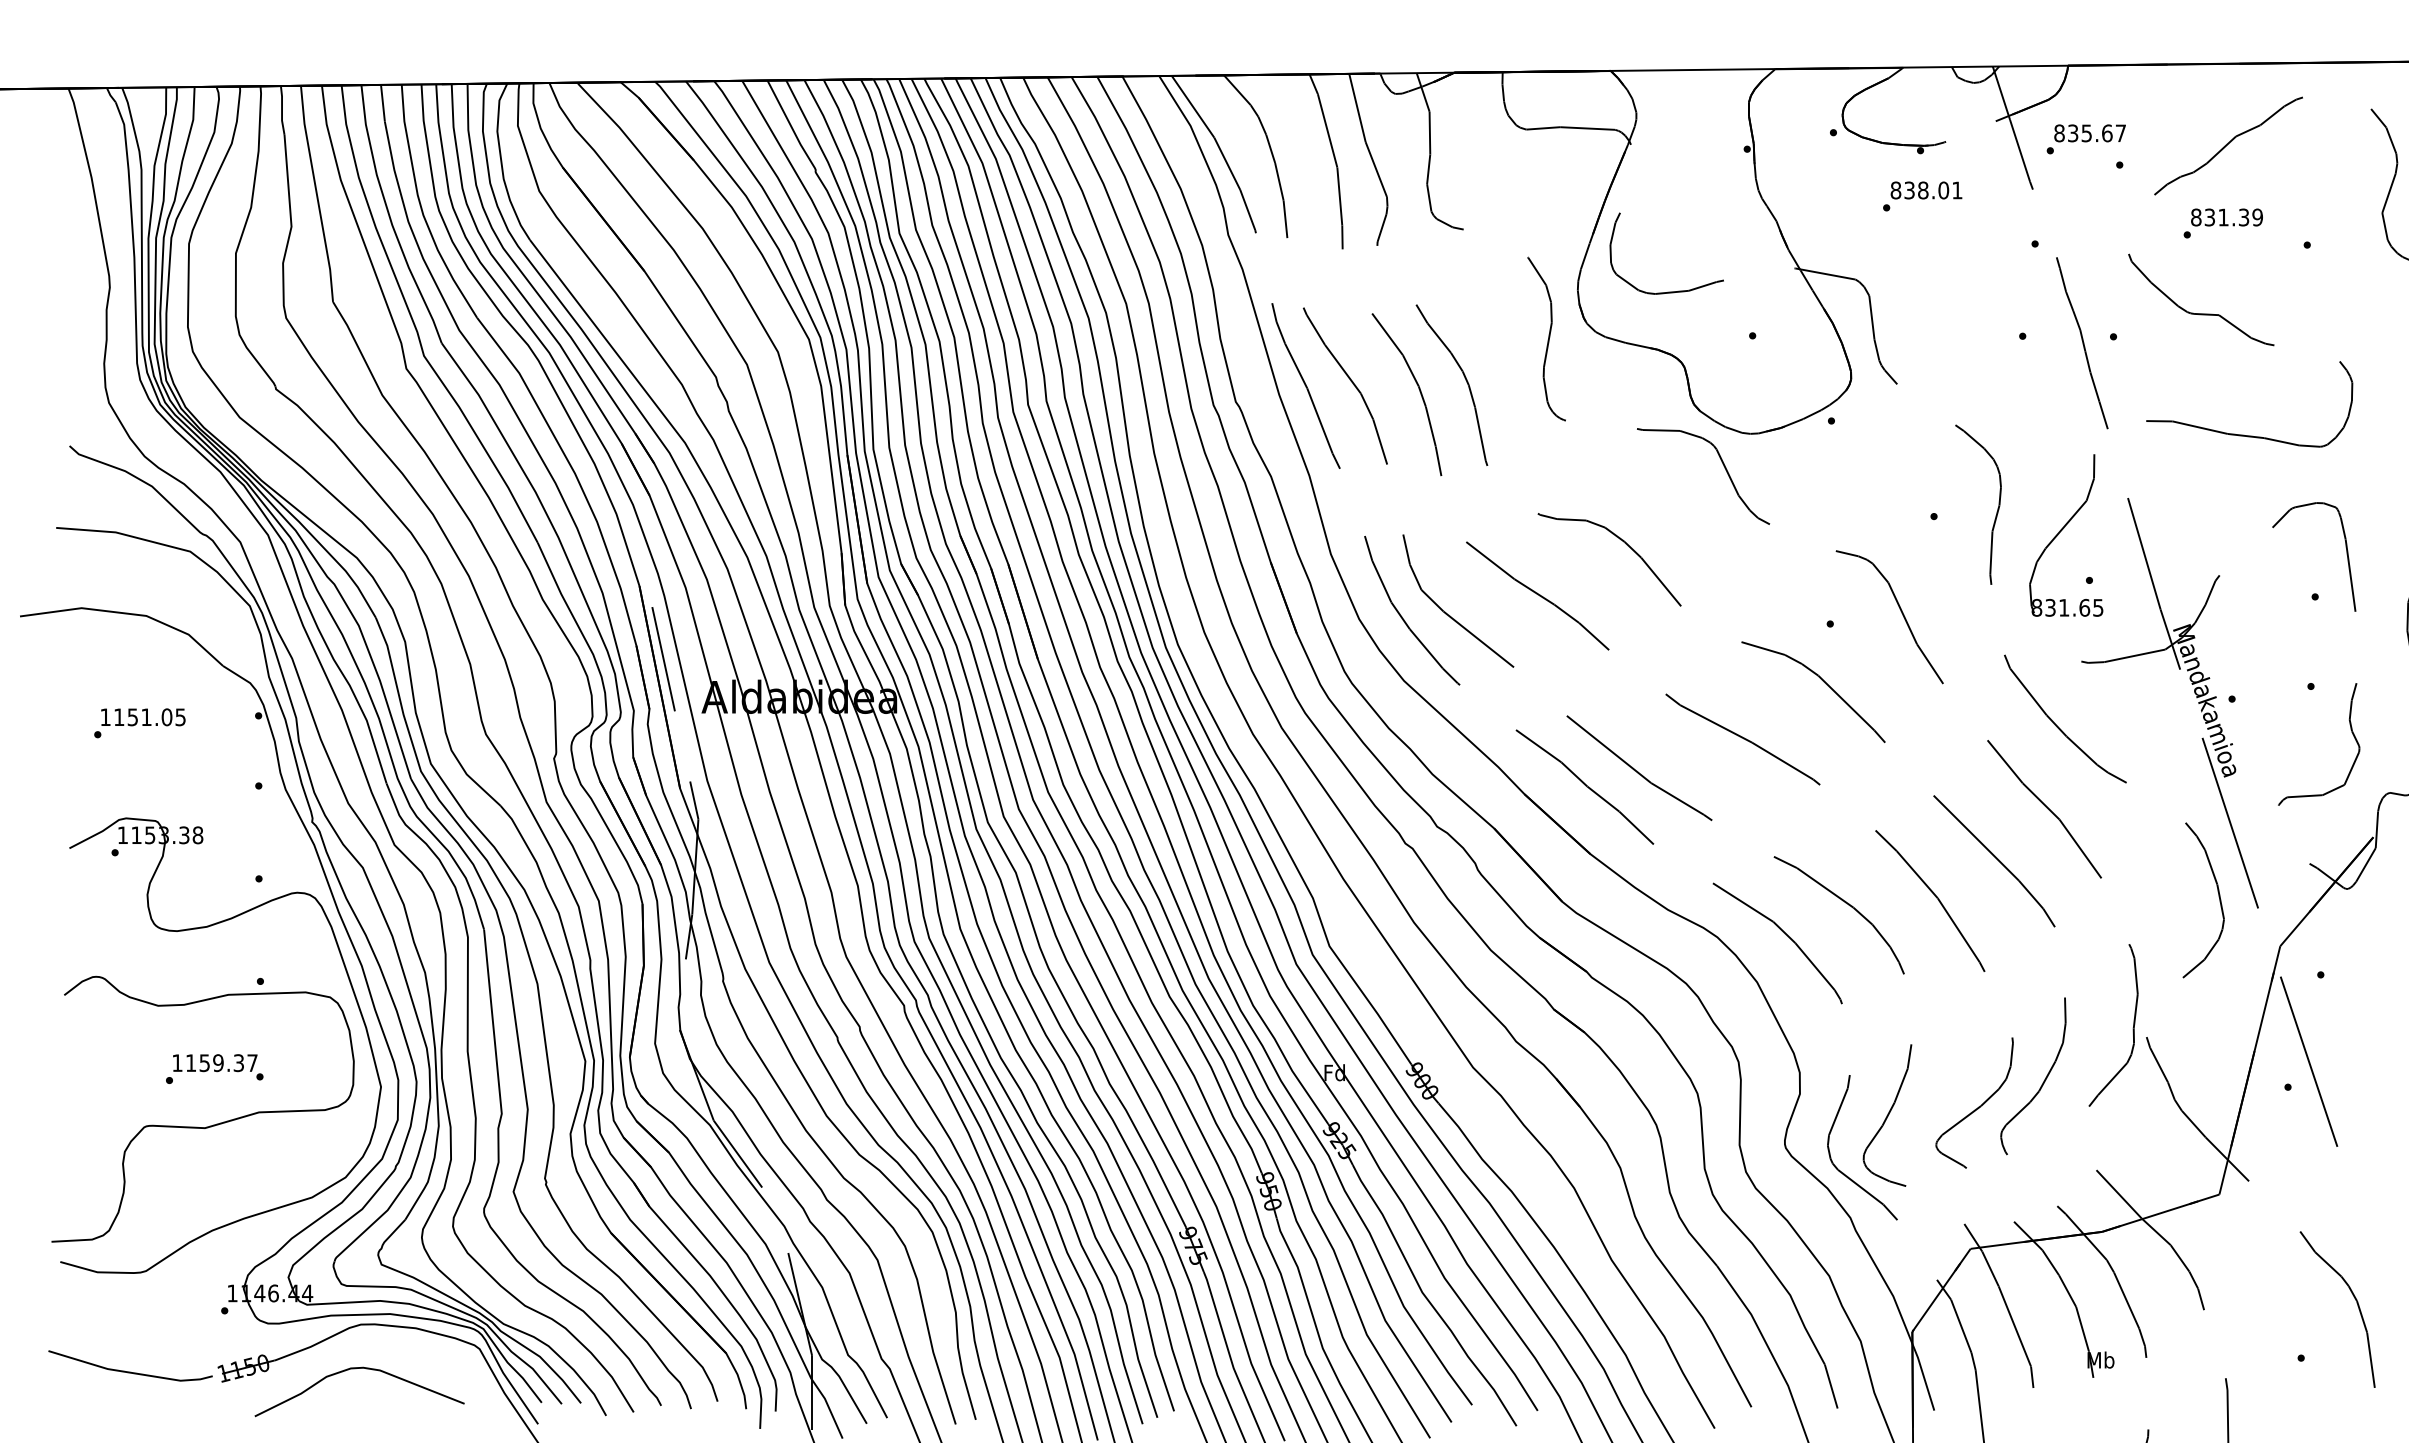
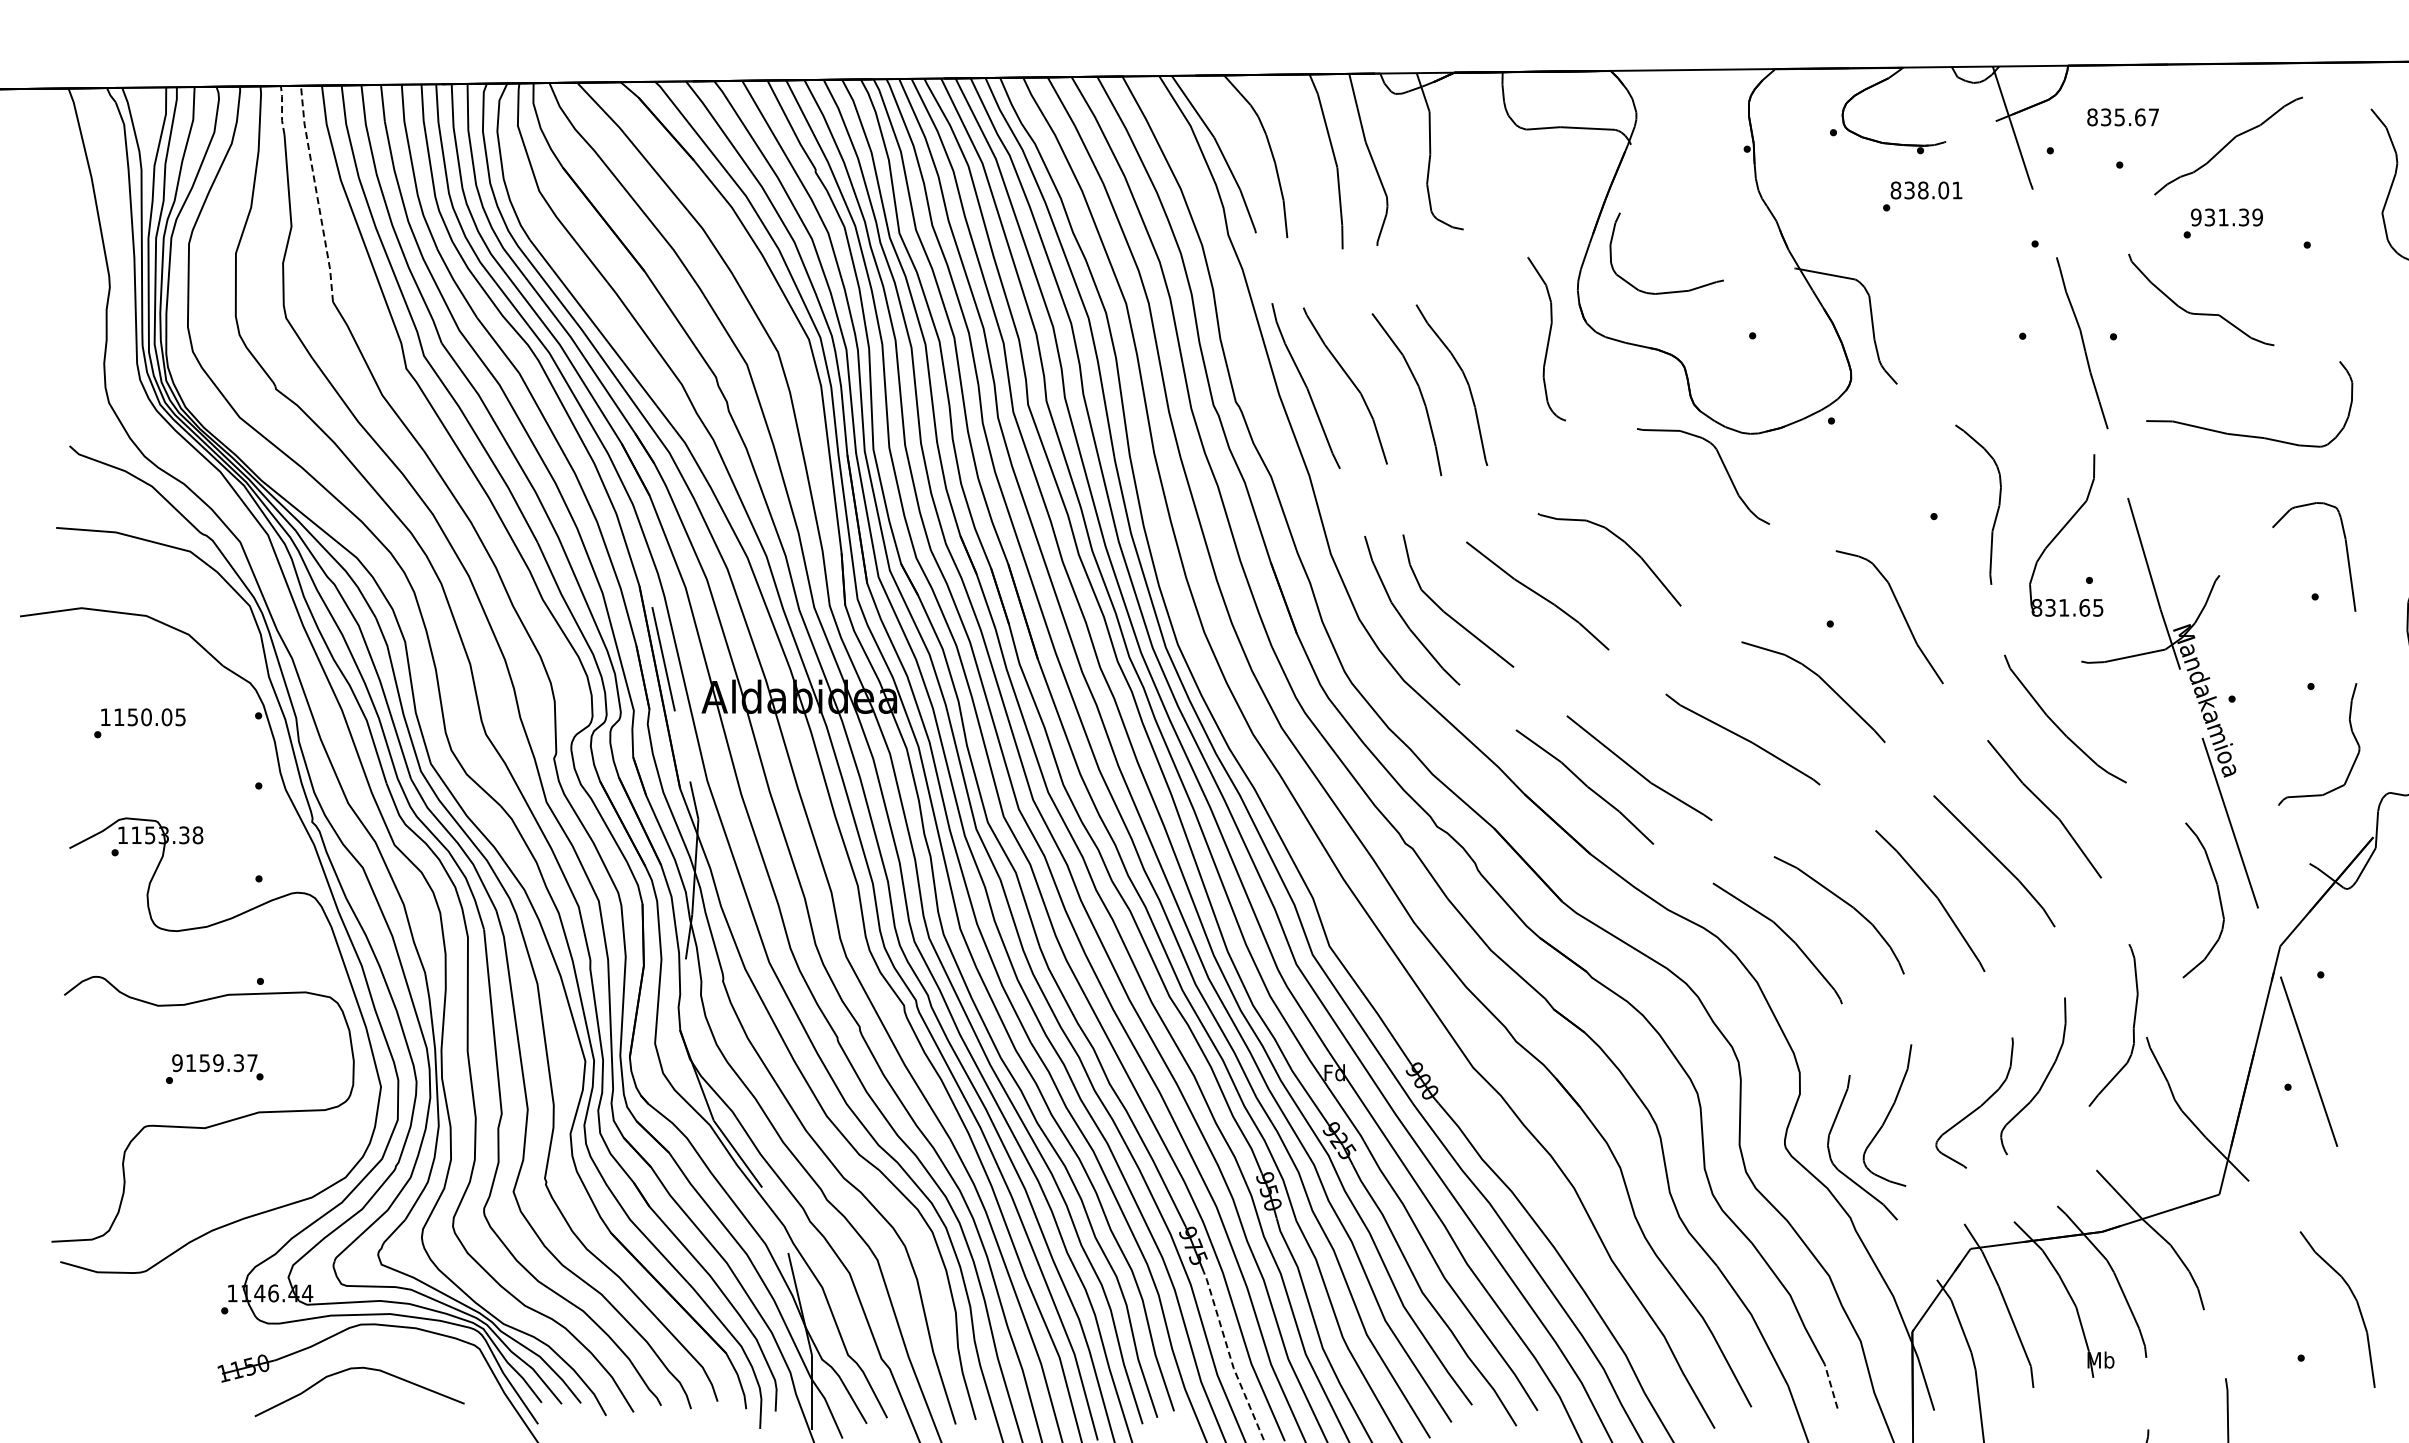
line at (282, 110): solid -> dashed
text at (2089, 133) position: (2089, 133) -> (2122, 117)
line at (316, 193): solid -> dashed
text at (2195, 217): 831.39 -> 931.39
text at (146, 717): 1151.05 -> 1150.05
text at (177, 1063): 1159.37 -> 9159.37
line at (1230, 1357): solid -> dashed
line at (130, 1371): present -> none
line at (1831, 1386): solid -> dashed
